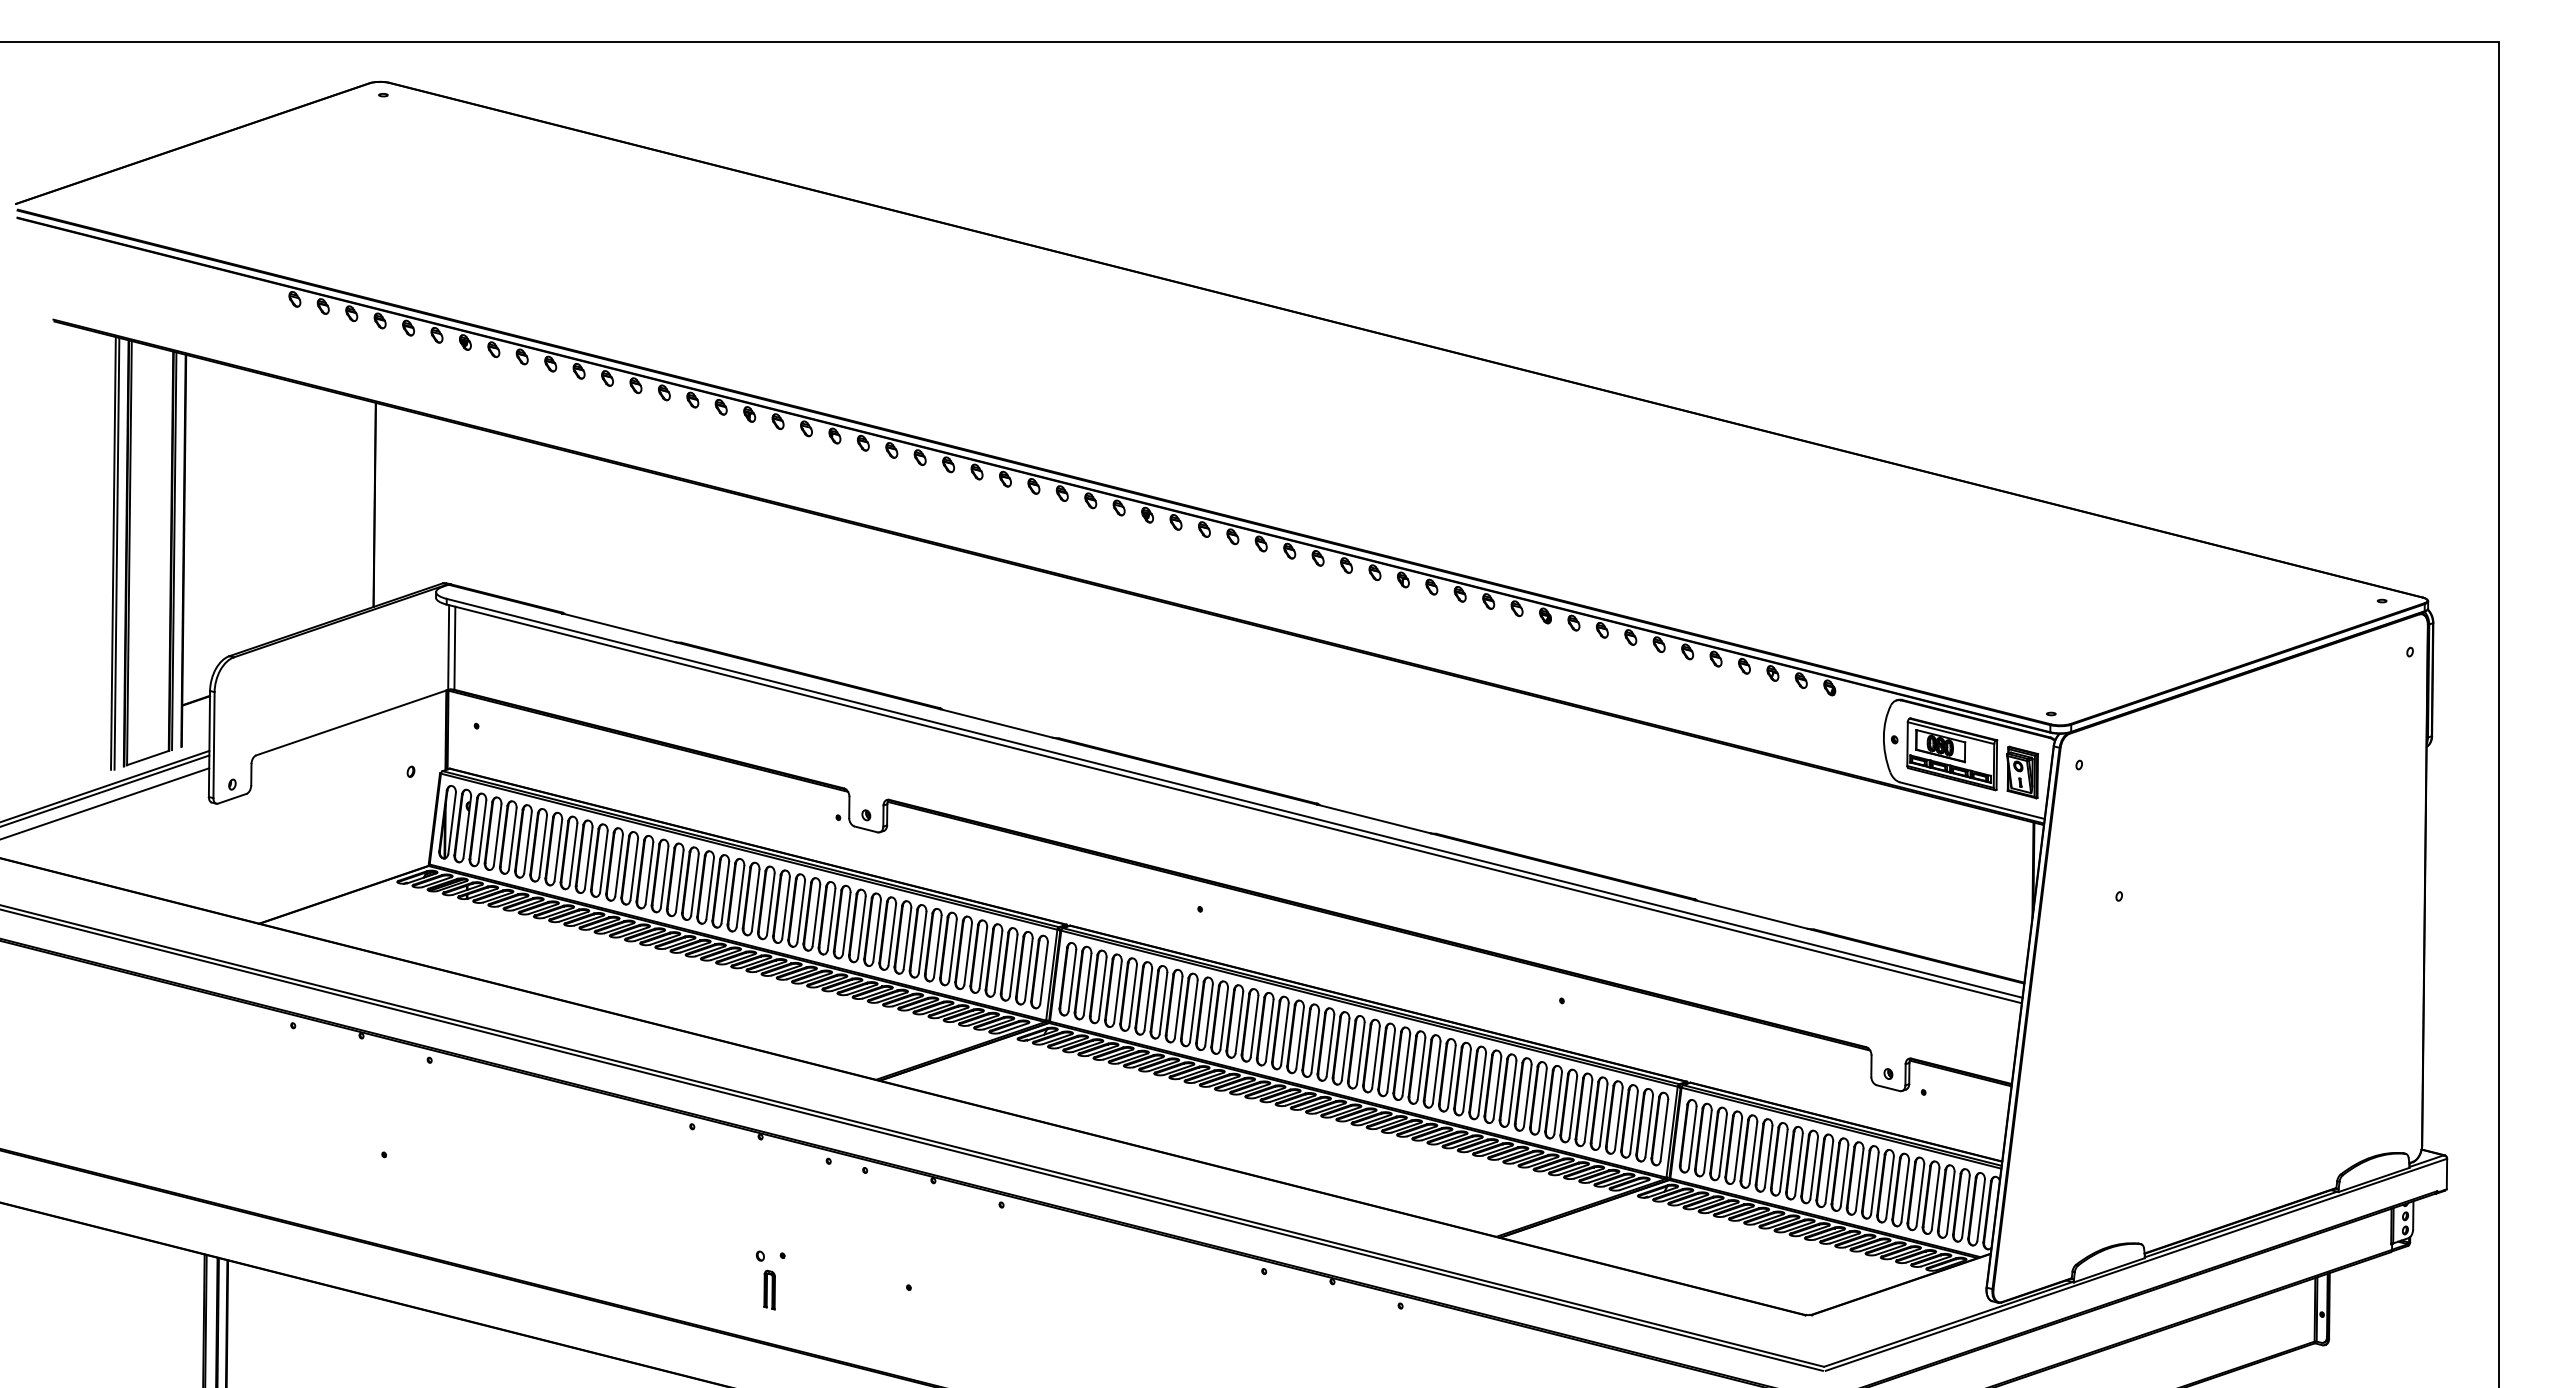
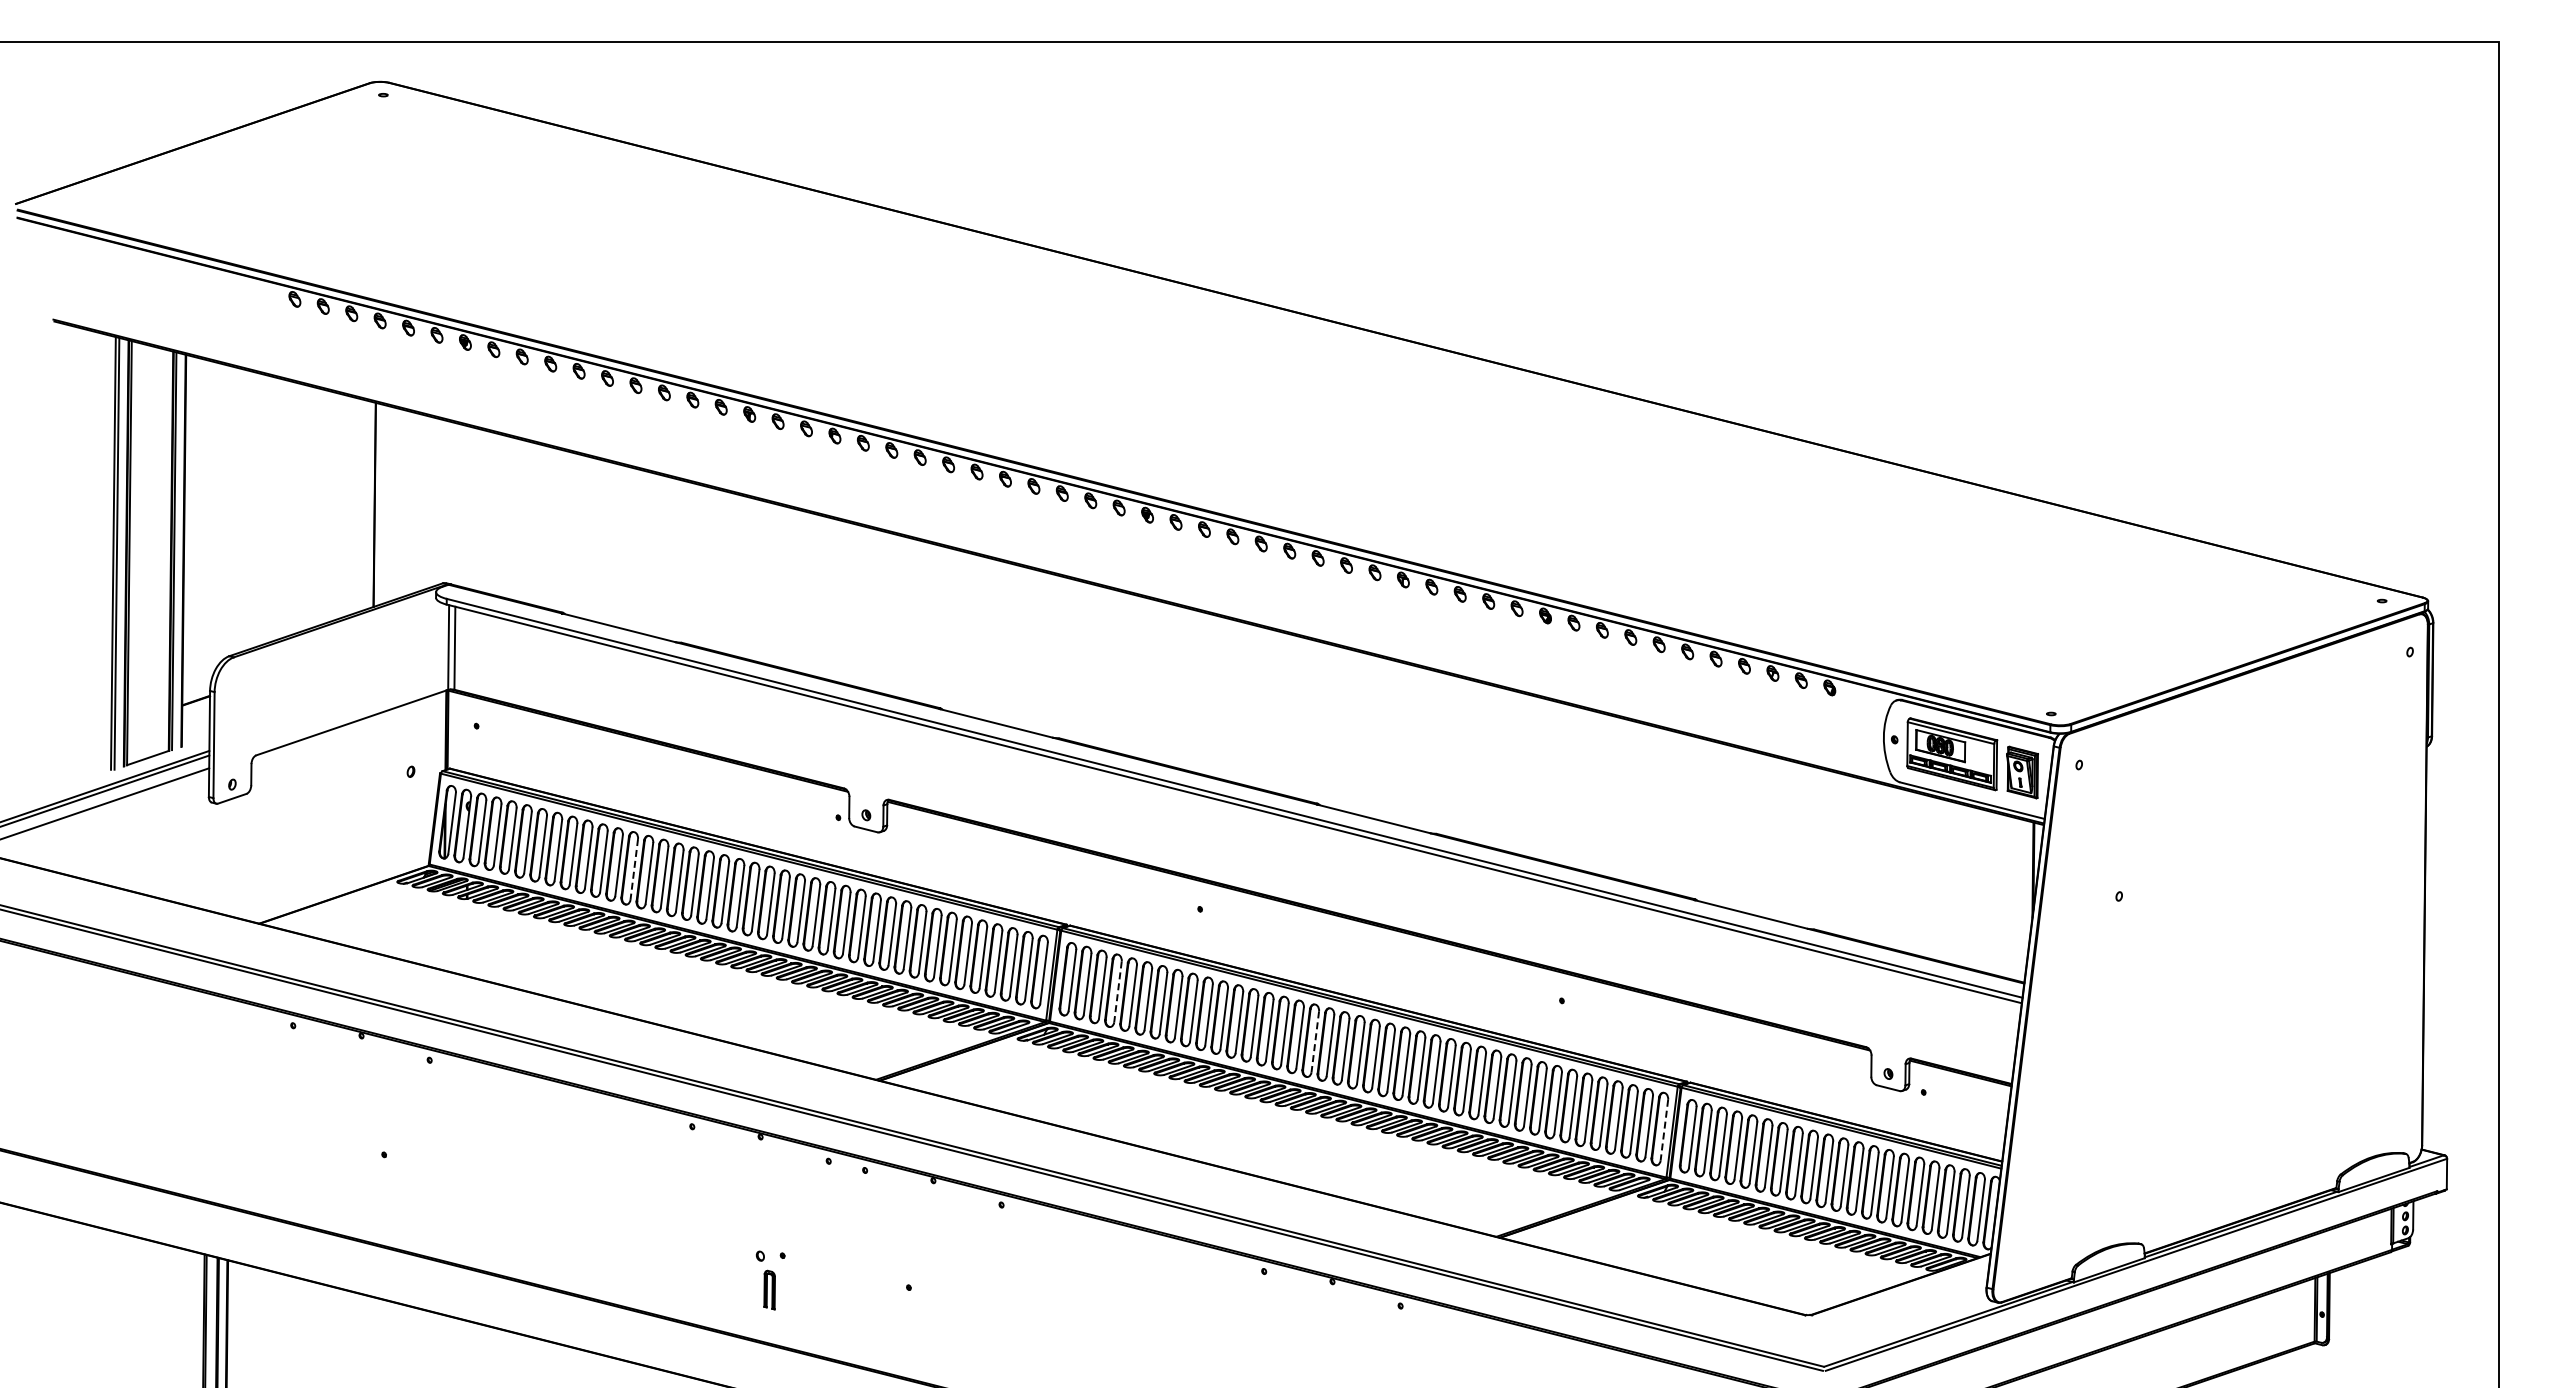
line at (634, 869): solid -> dashed
line at (1117, 991): solid -> dashed
line at (1315, 1041): solid -> dashed
line at (1664, 1130): solid -> dashed
